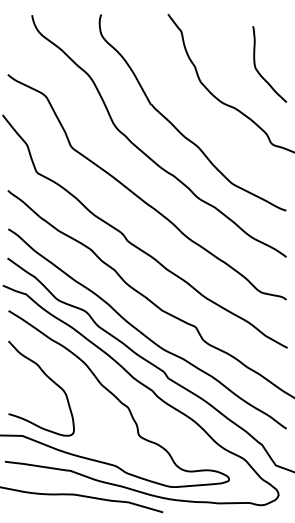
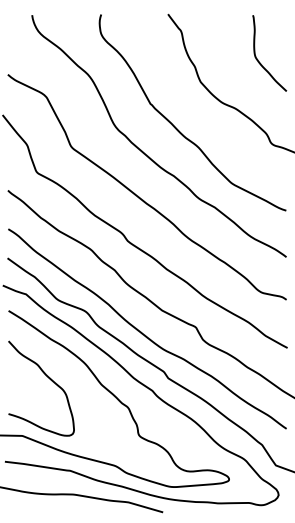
curve at (258, 70) position: (258, 70) -> (258, 59)
